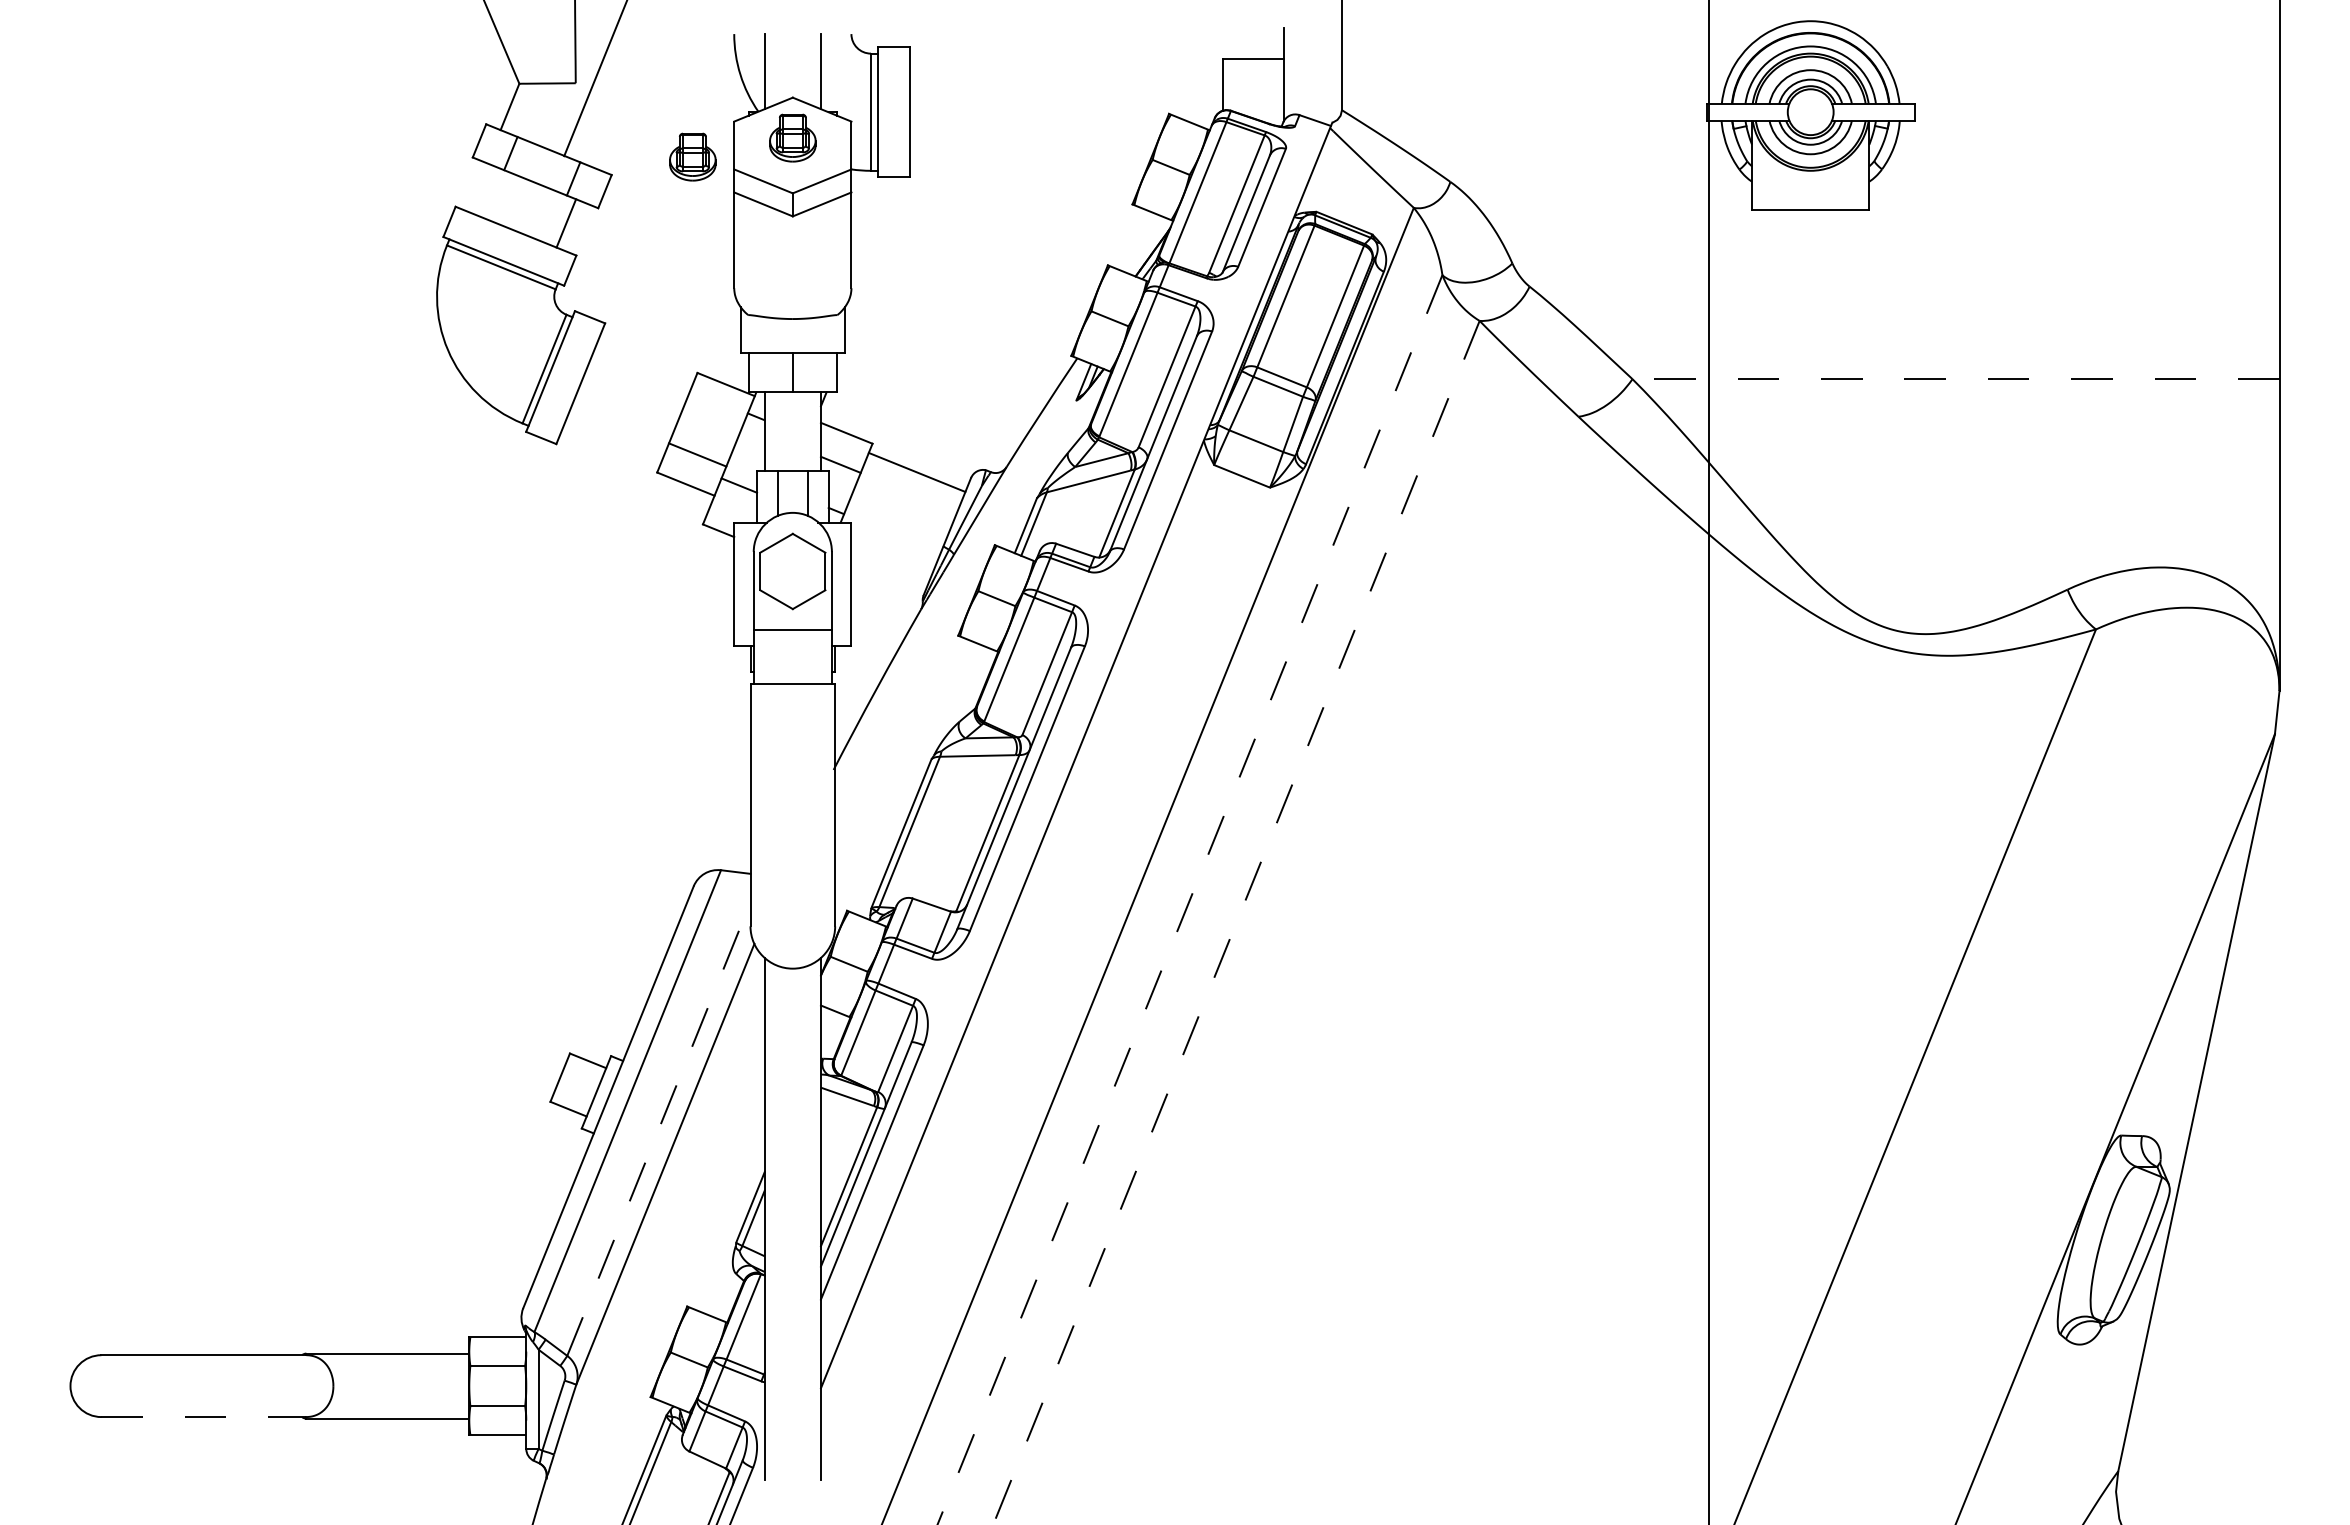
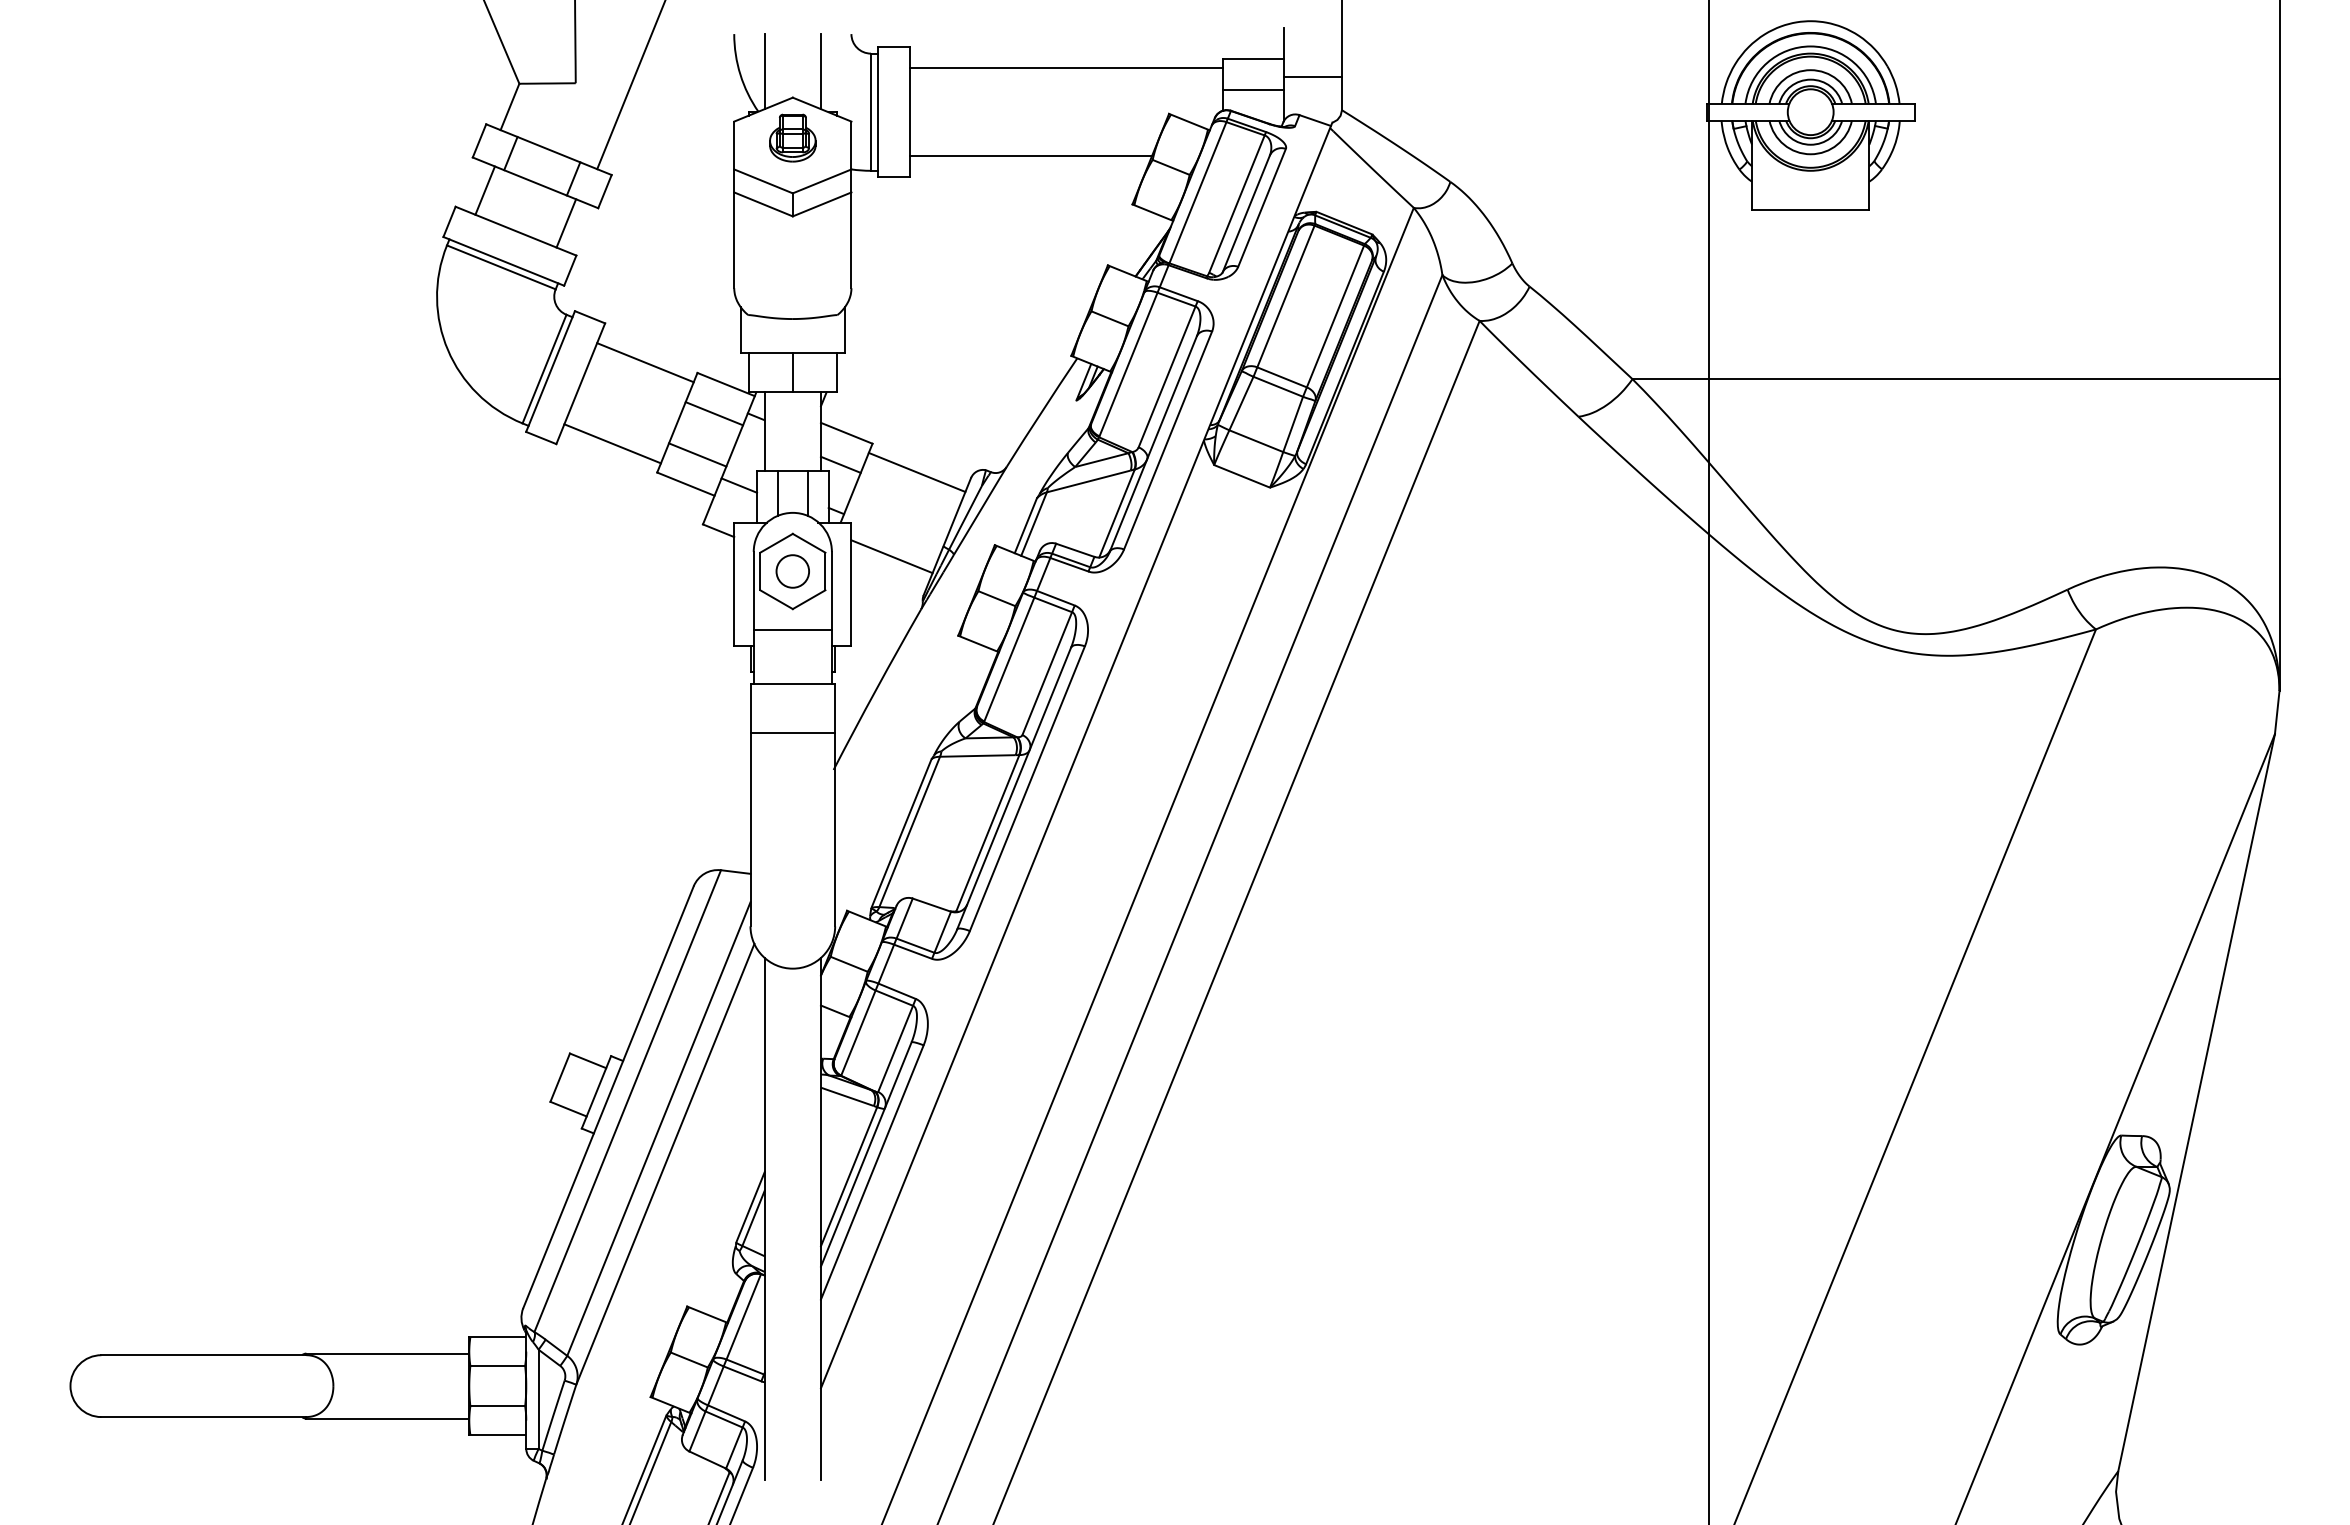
line at (1066, 68): none -> present
line at (1312, 77): none -> present
line at (595, 79) position: (595, 79) -> (630, 85)
line at (1253, 89): none -> present
line at (1031, 155): none -> present
part at (692, 156): present -> none
line at (484, 190): none -> present
line at (645, 362): none -> present
line at (1955, 379): dashed -> solid
line at (714, 413): none -> present
line at (612, 443): none -> present
line at (891, 556): none -> present
circle at (792, 571): none -> present
line at (792, 733): none -> present
line at (1189, 900): dashed -> solid
line at (1236, 923): dashed -> solid
line at (658, 1129): dashed -> solid
line at (204, 1417): dashed -> solid
